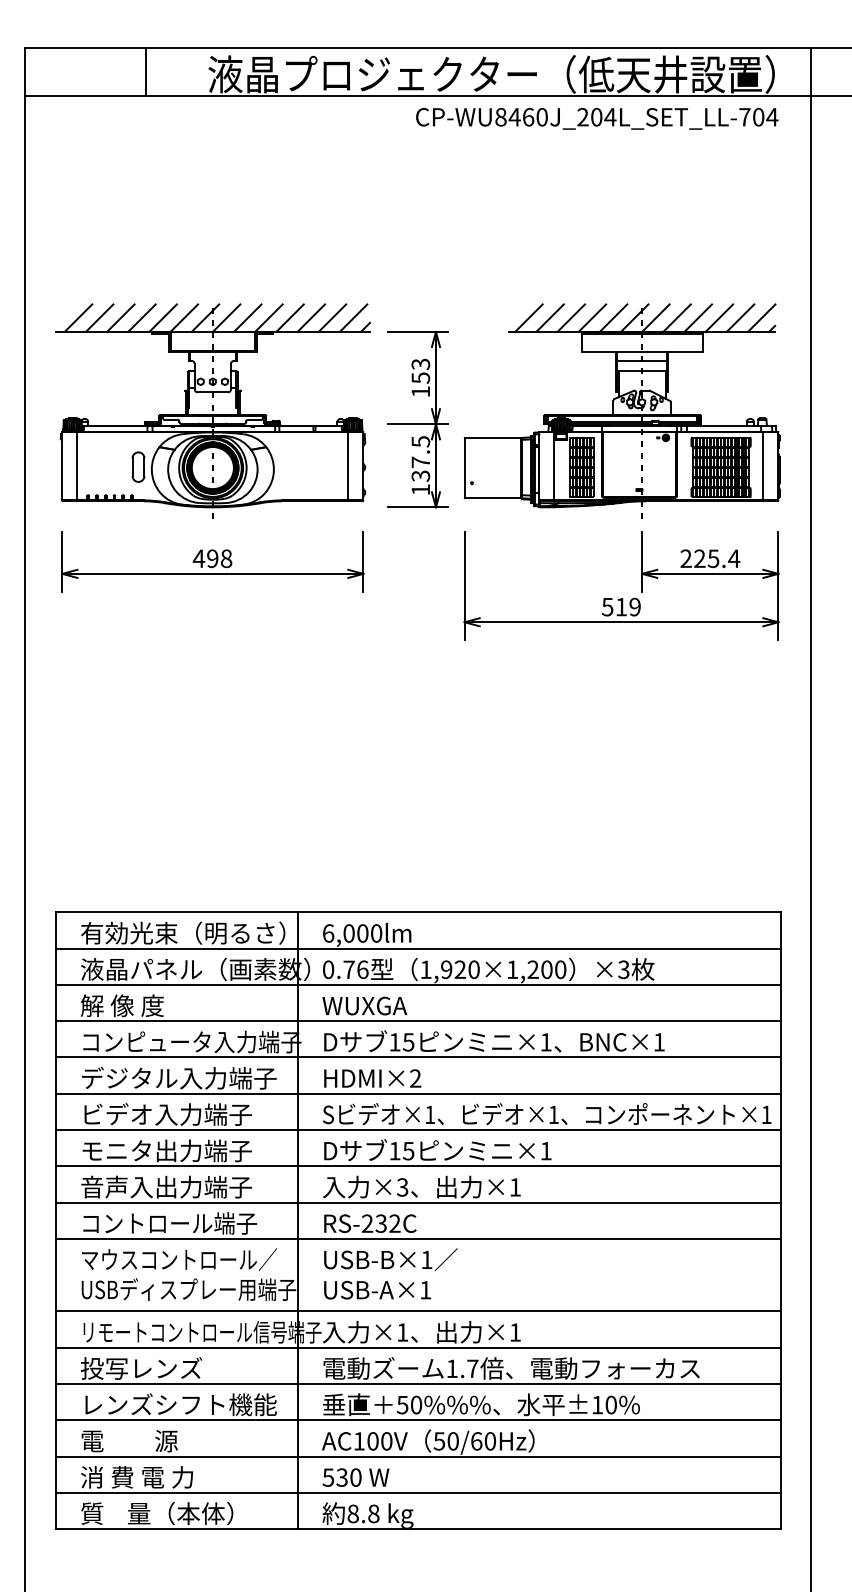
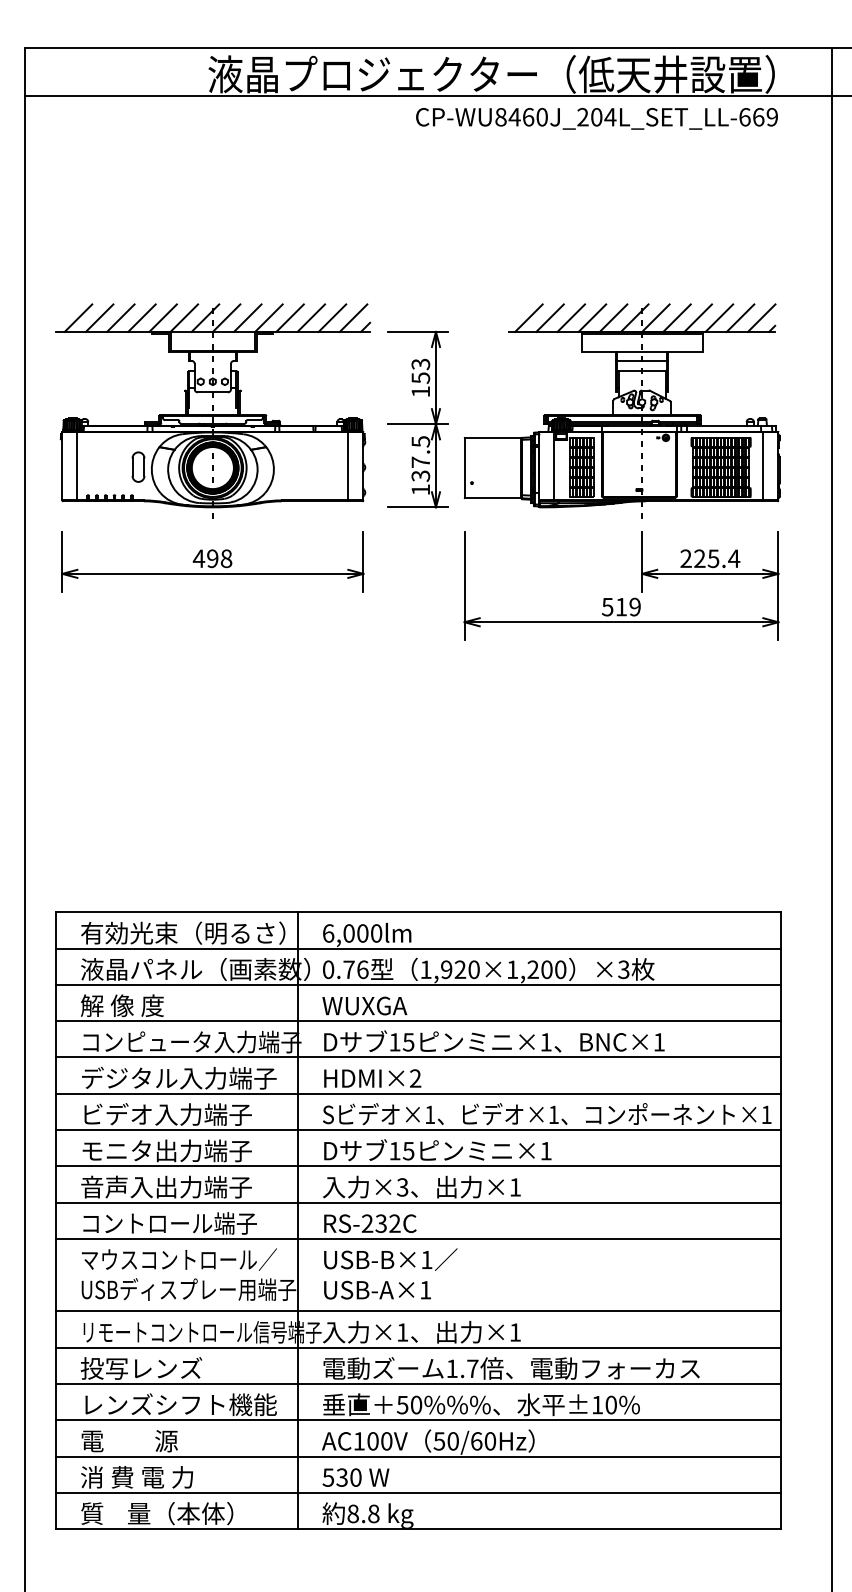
line at (146, 71): present -> none
text at (758, 117): CP-WU8460J_204L_SET_LL-704 -> CP-WU8460J_204L_SET_LL-669
line at (811, 817) position: (811, 817) -> (832, 817)
